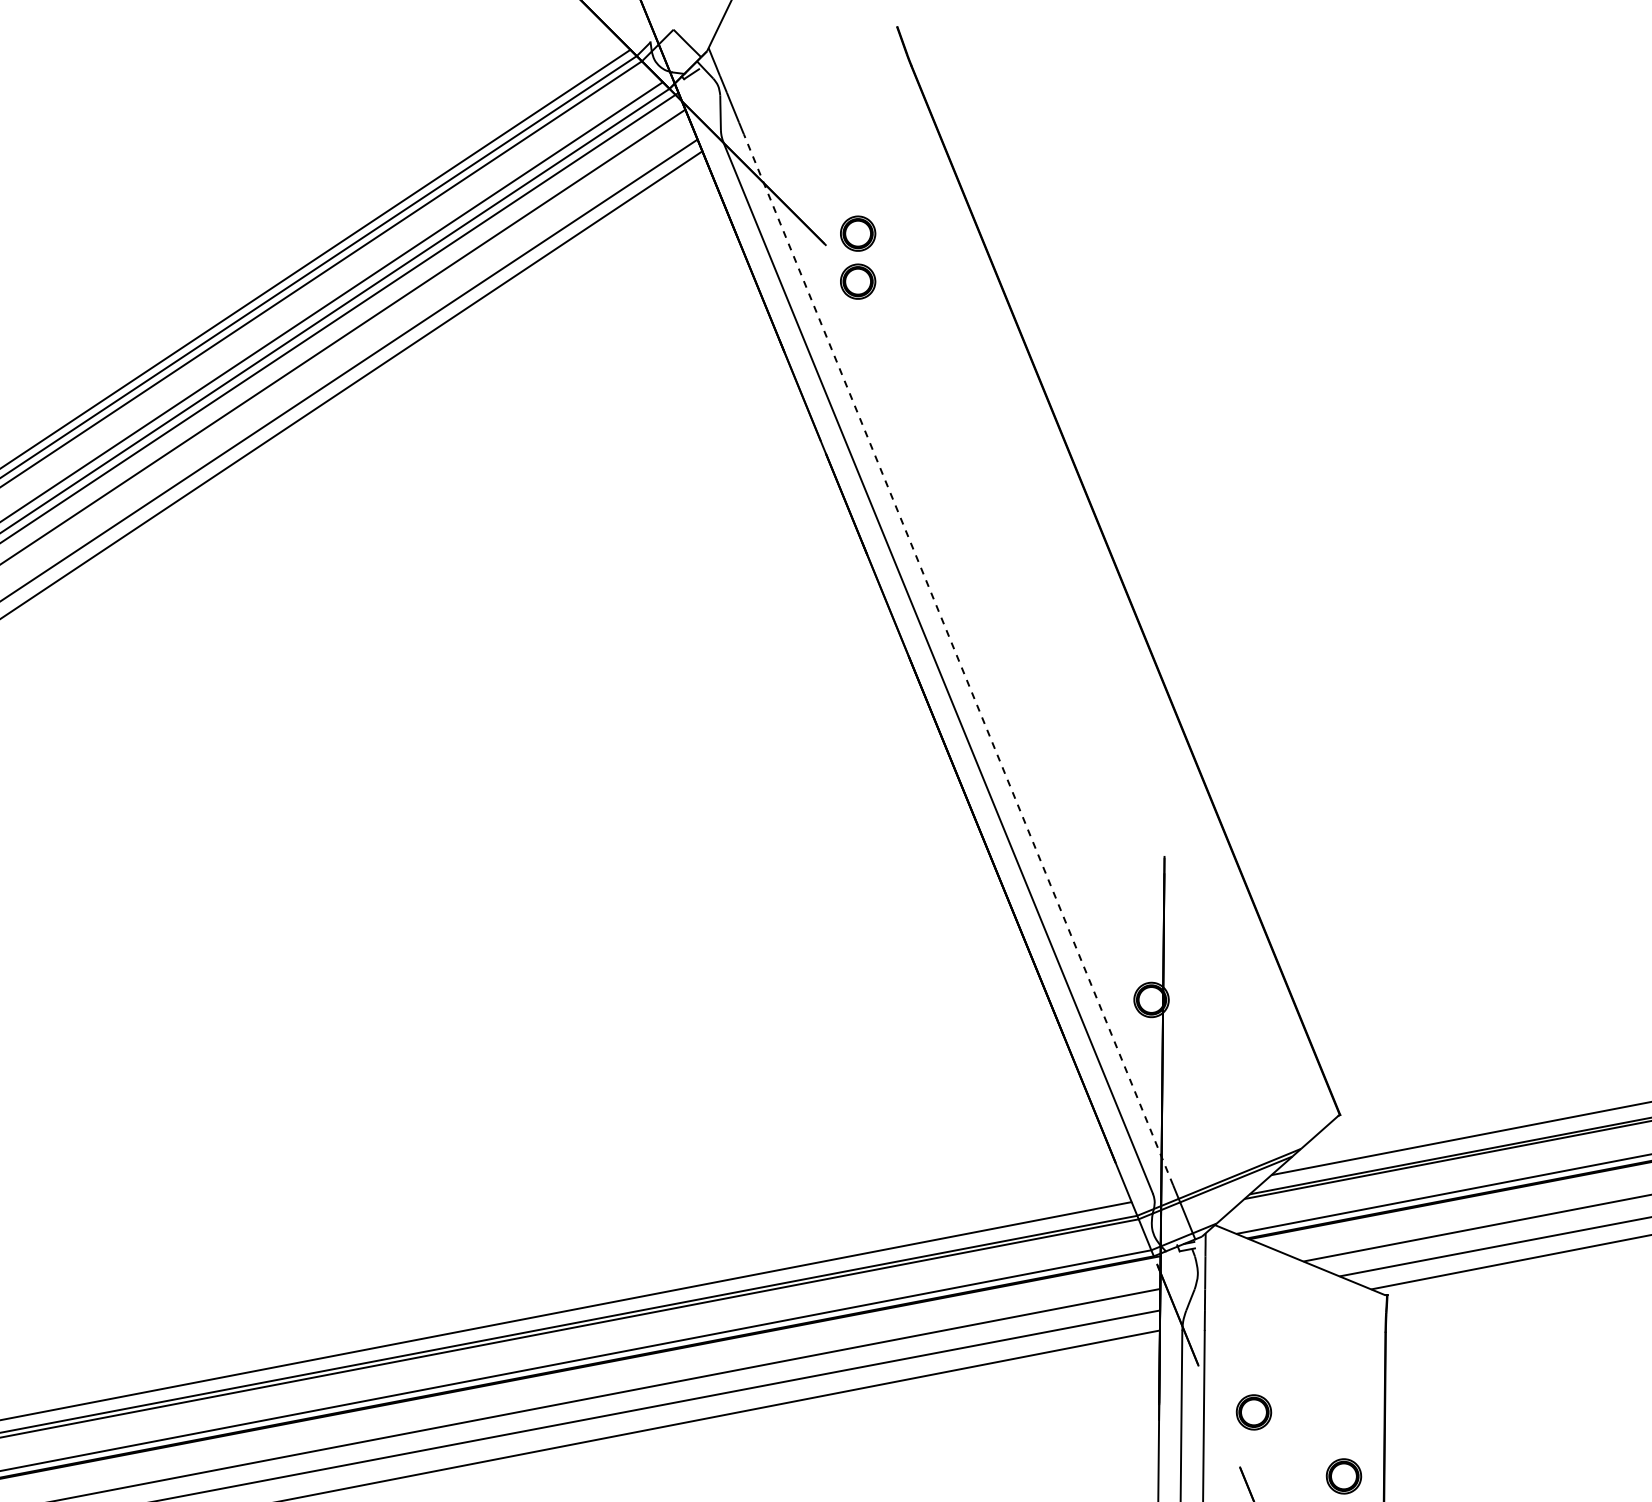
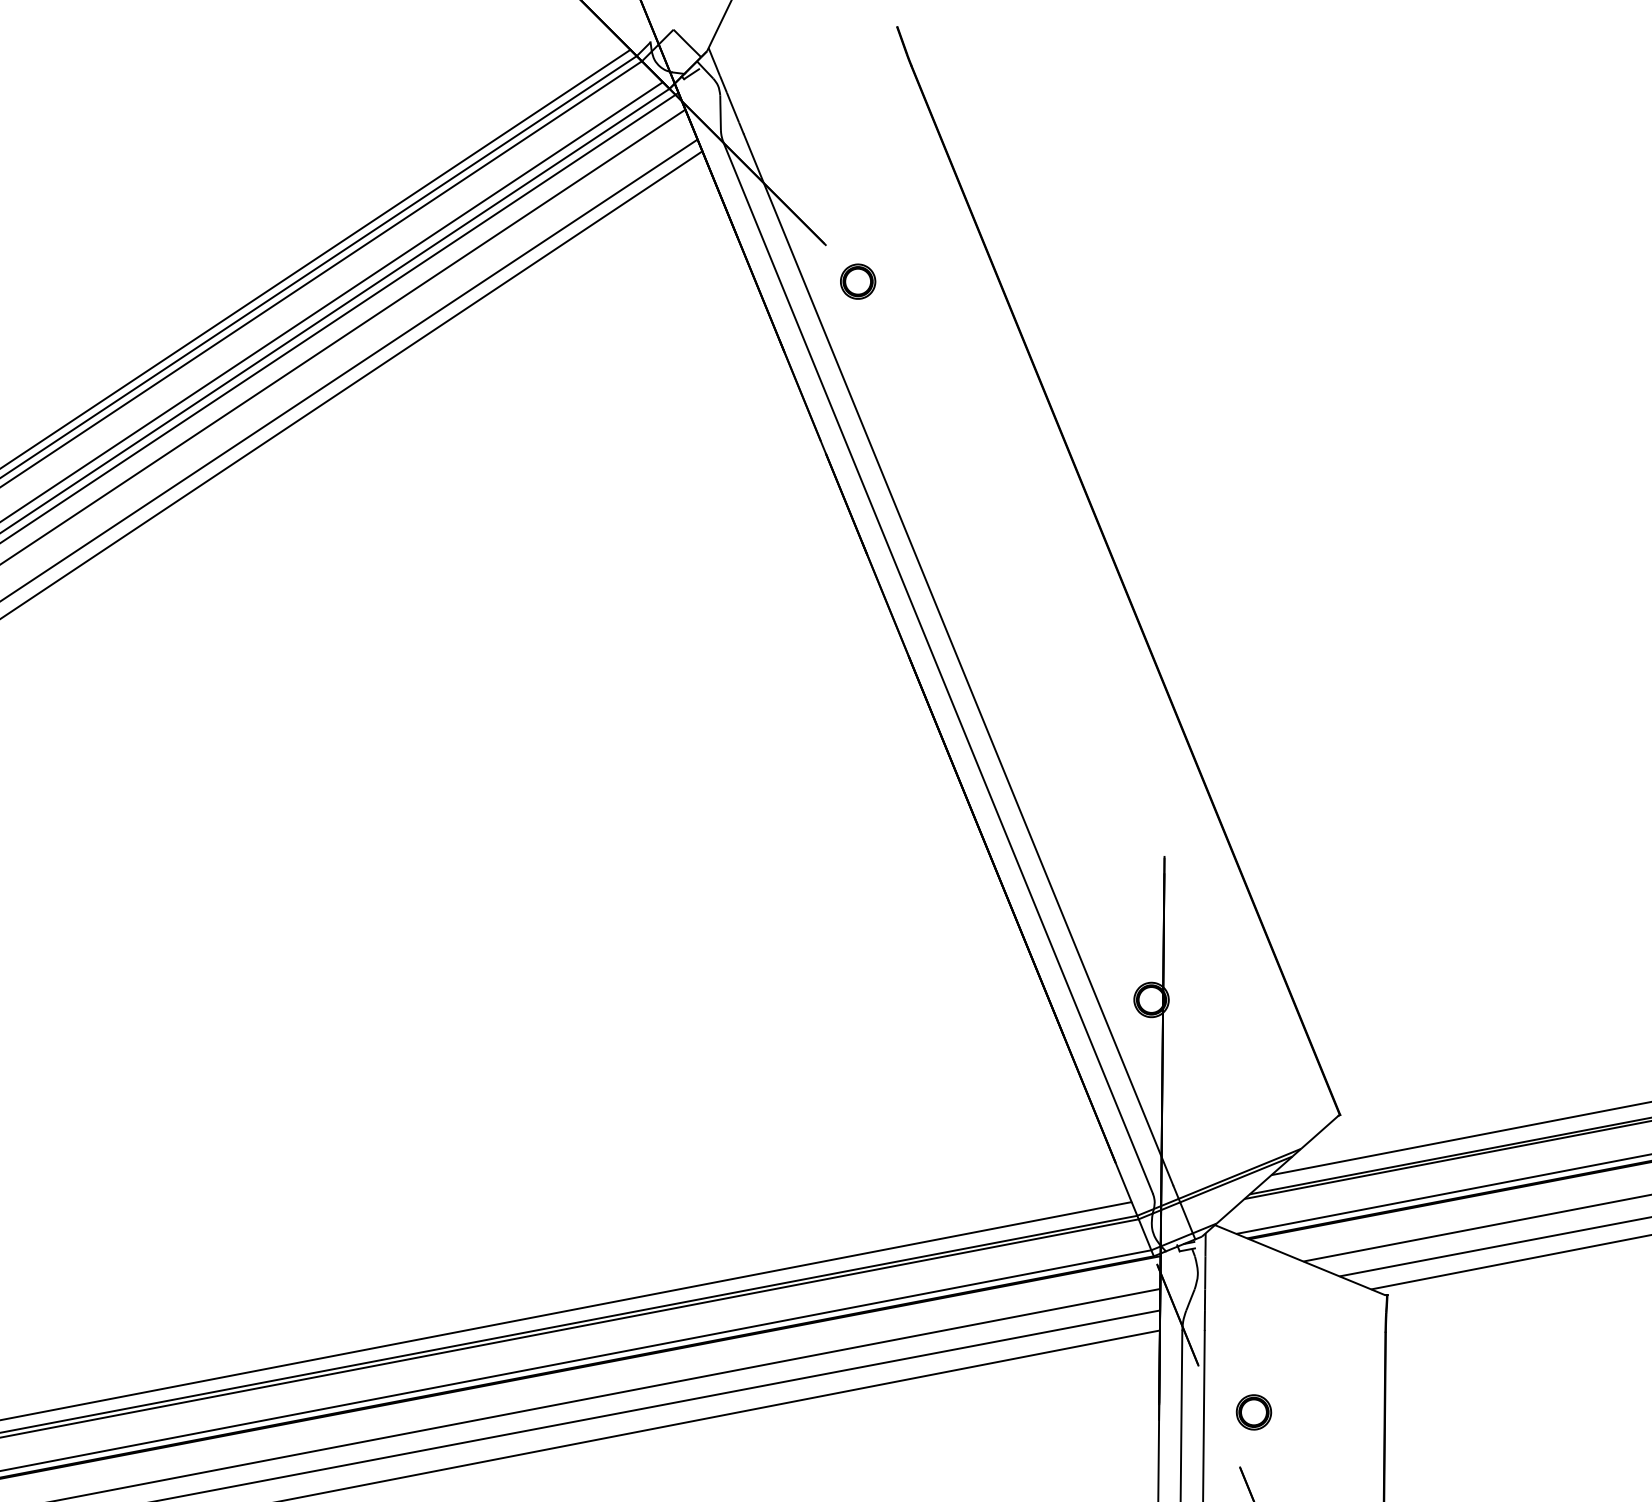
part at (858, 233): present -> none
line at (958, 659): dashed -> solid
part at (1343, 1476): present -> none
